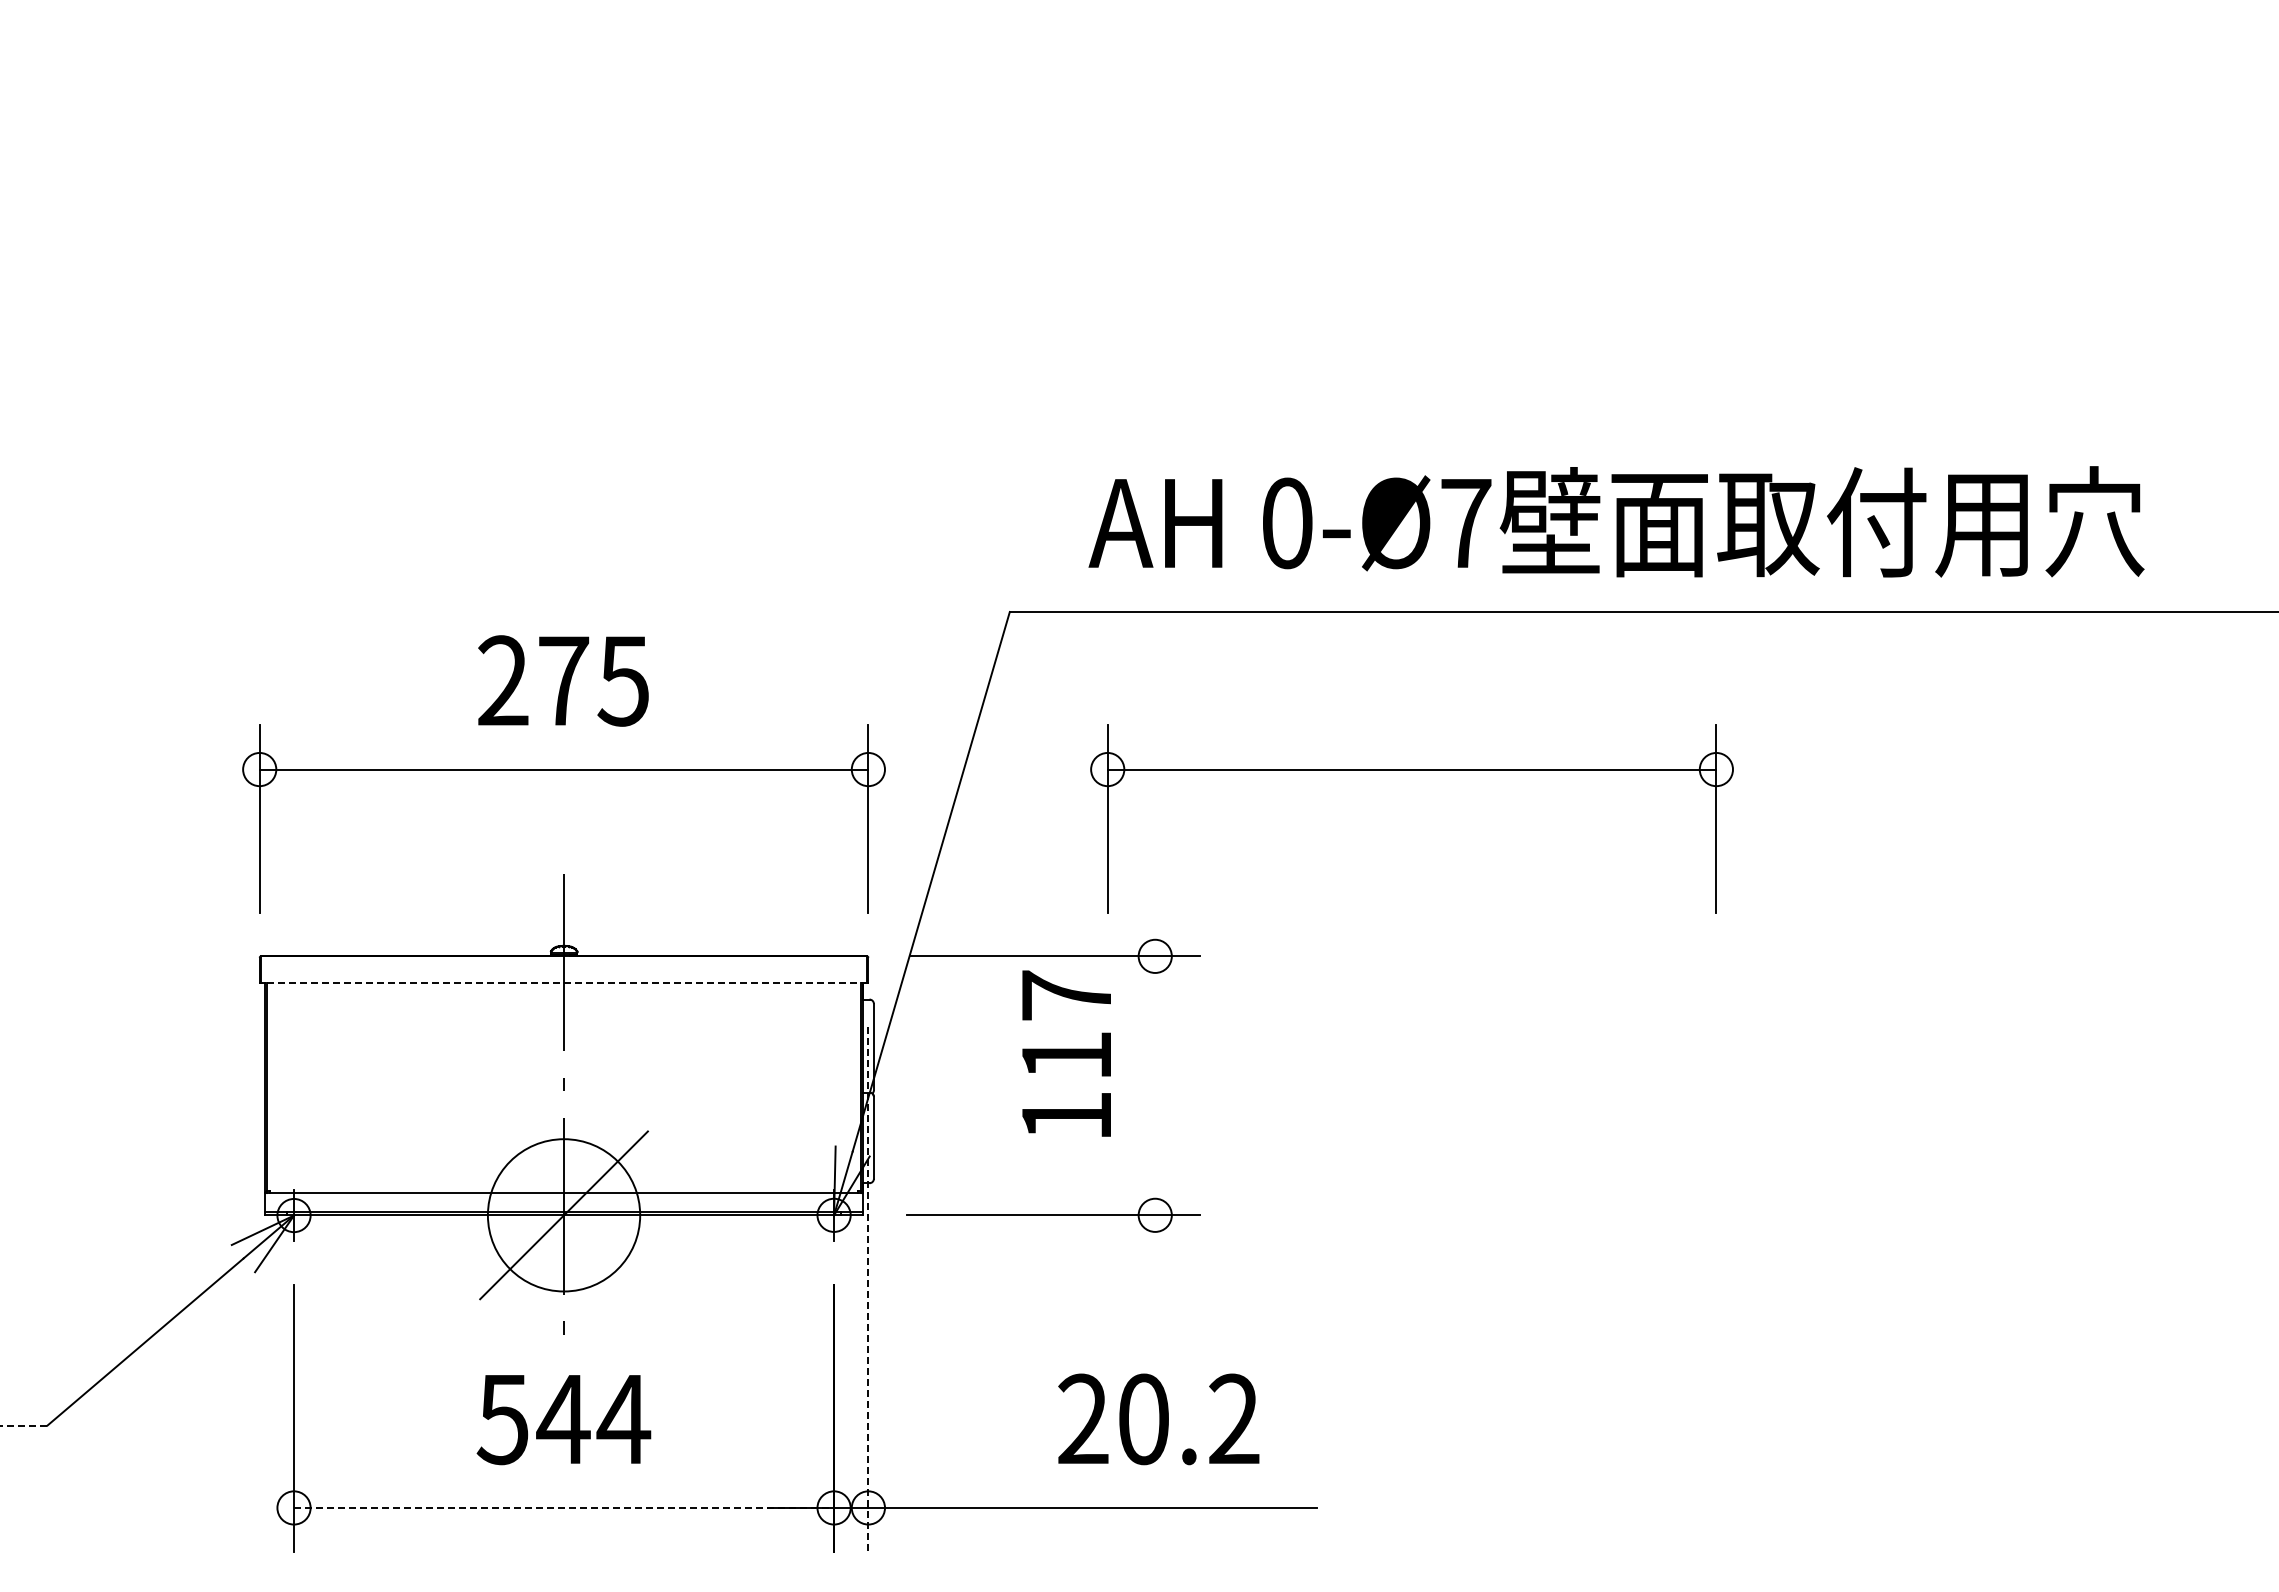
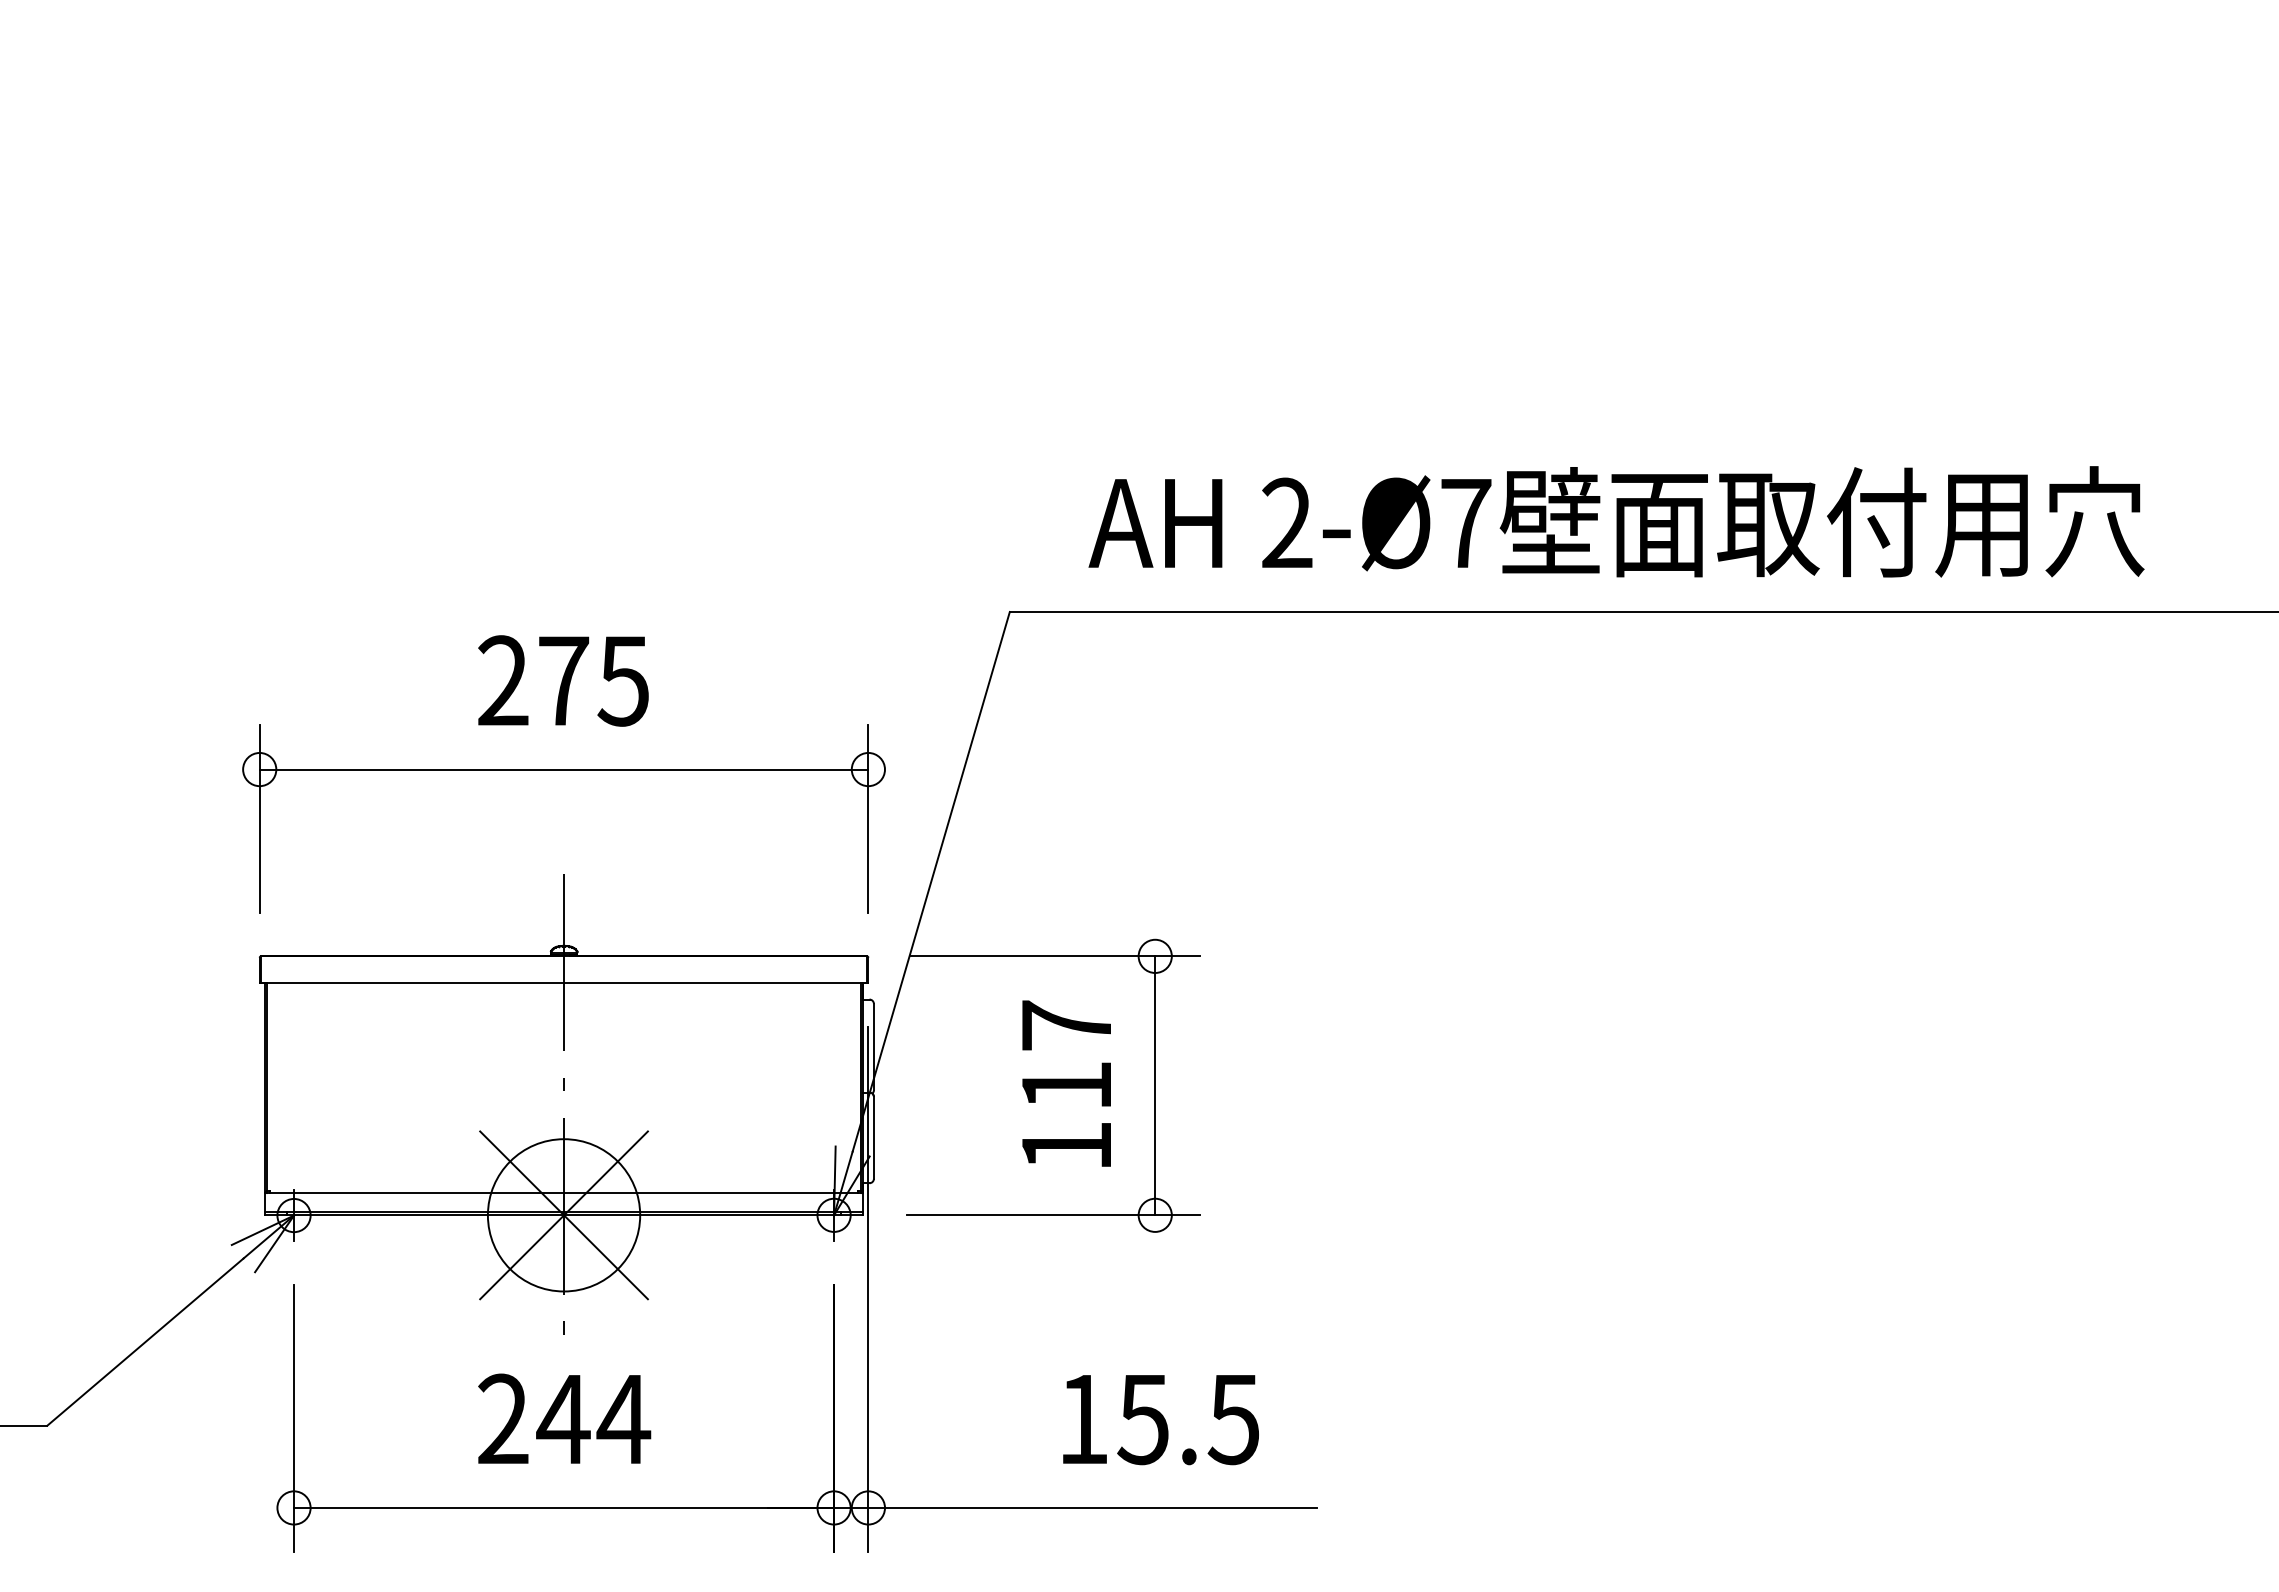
text at (1287, 523): 0-Ø7 -> 2-Ø7
part at (1411, 770): present -> none
line at (563, 982): dashed -> solid
text at (1066, 1053) position: (1066, 1053) -> (1066, 1083)
line at (1155, 1085): none -> present
line at (563, 1215): none -> present
line at (868, 1289): dashed -> solid
text at (502, 1419): 544 -> 244
text at (1158, 1419): 20.2 -> 15.5
line at (23, 1425): dashed -> solid
line at (564, 1507): dashed -> solid
